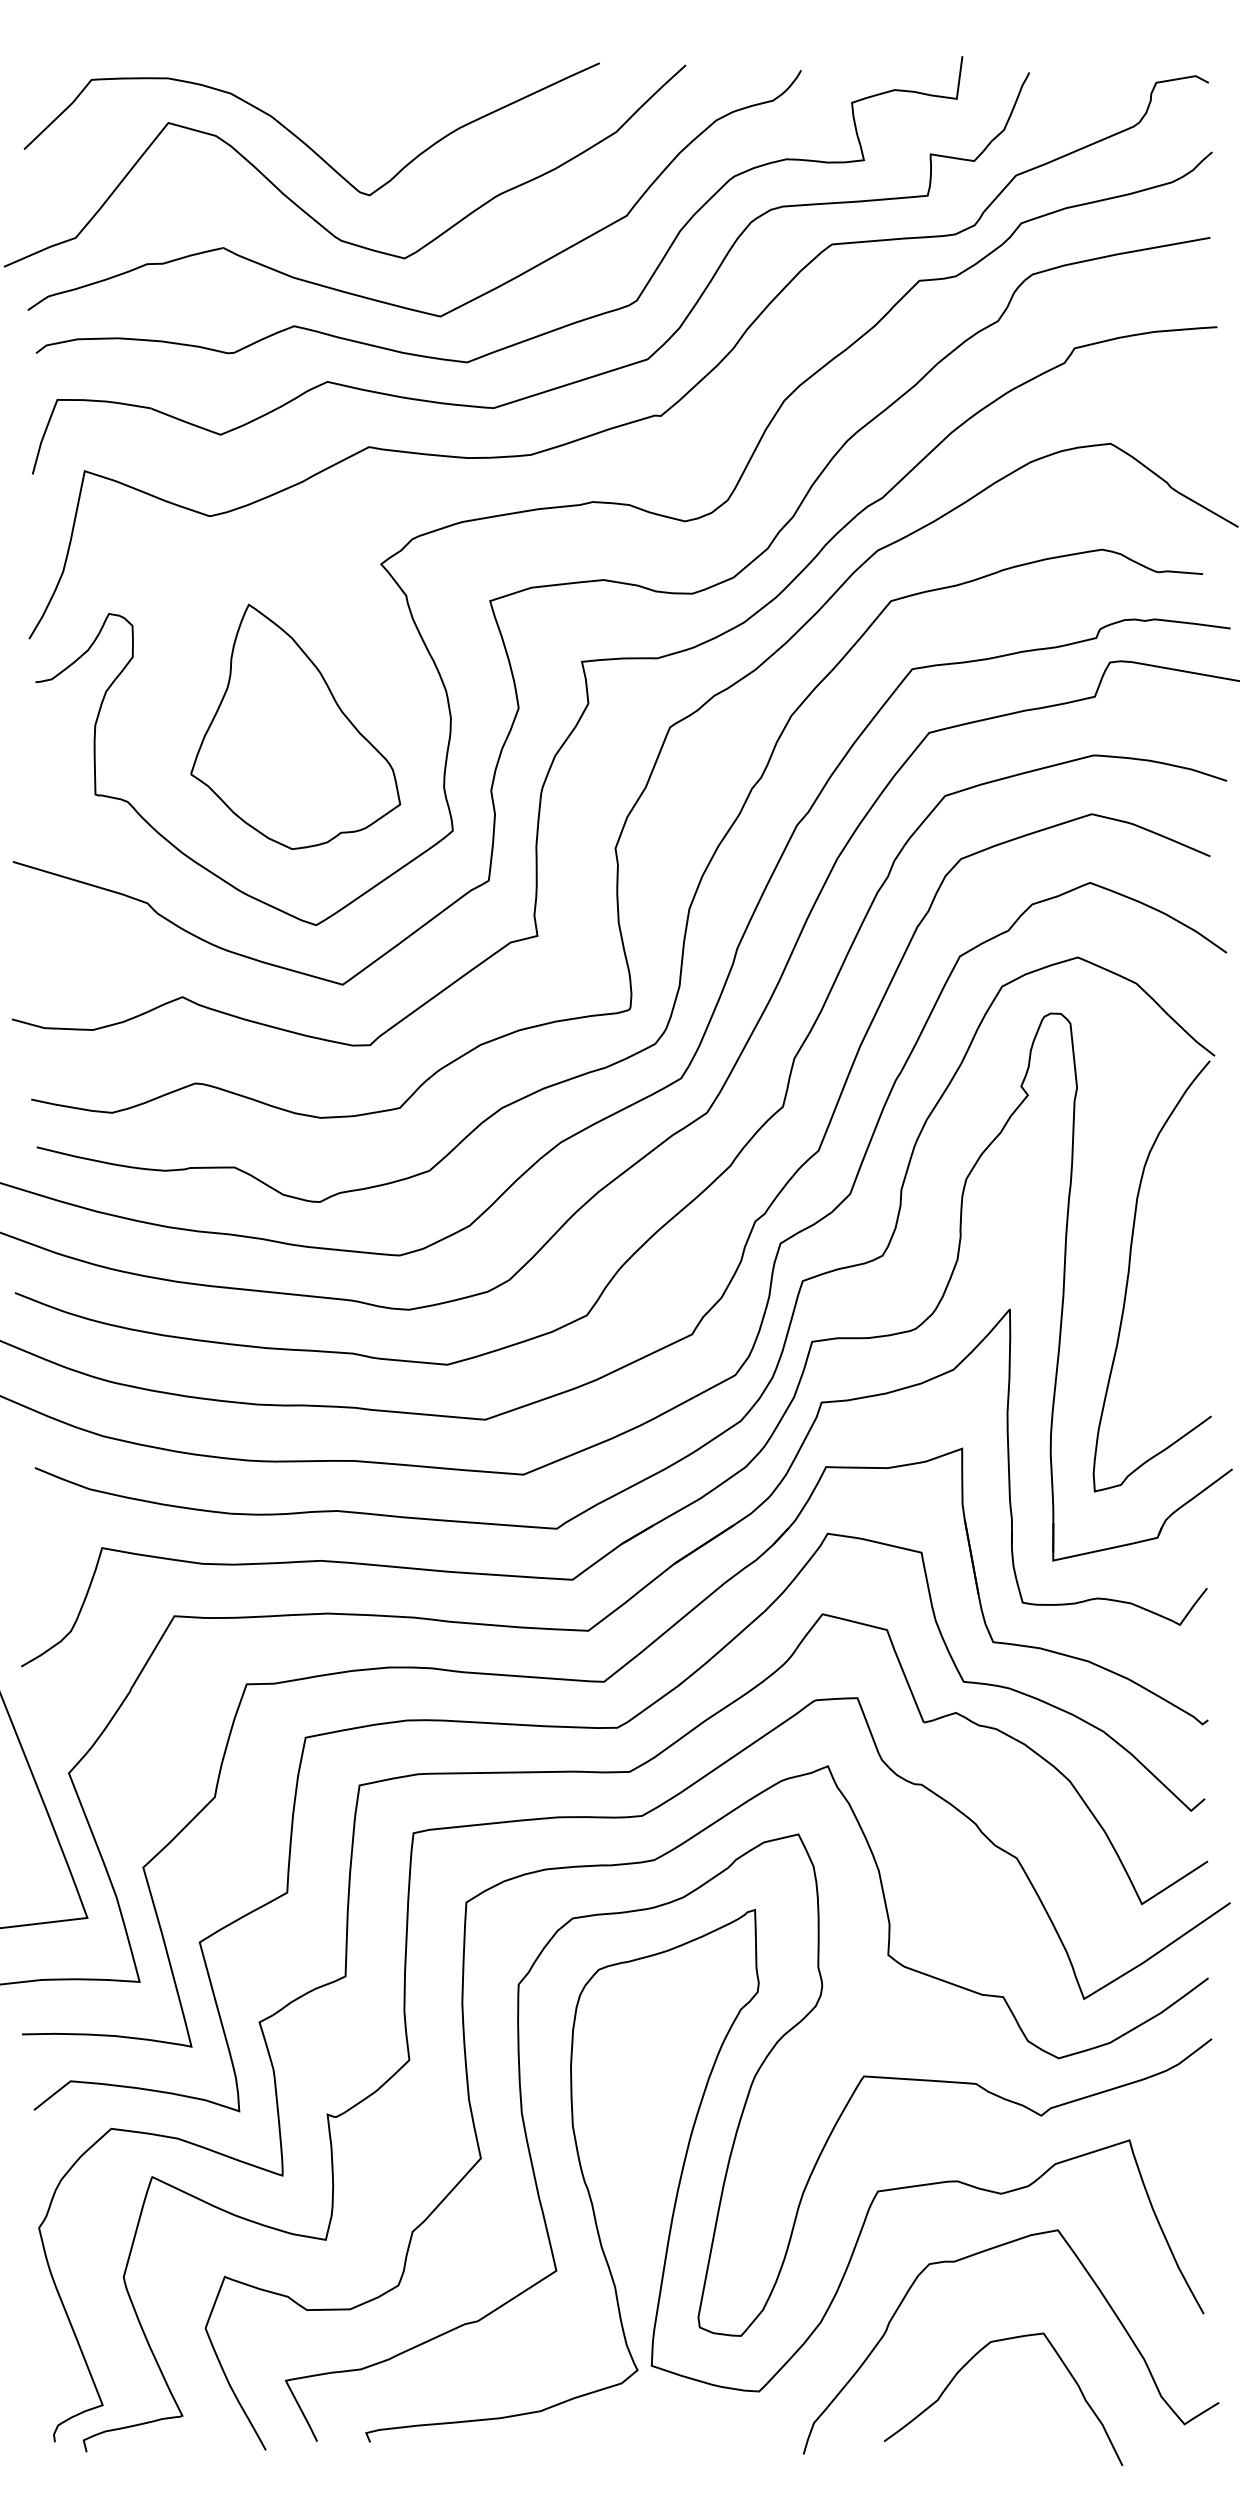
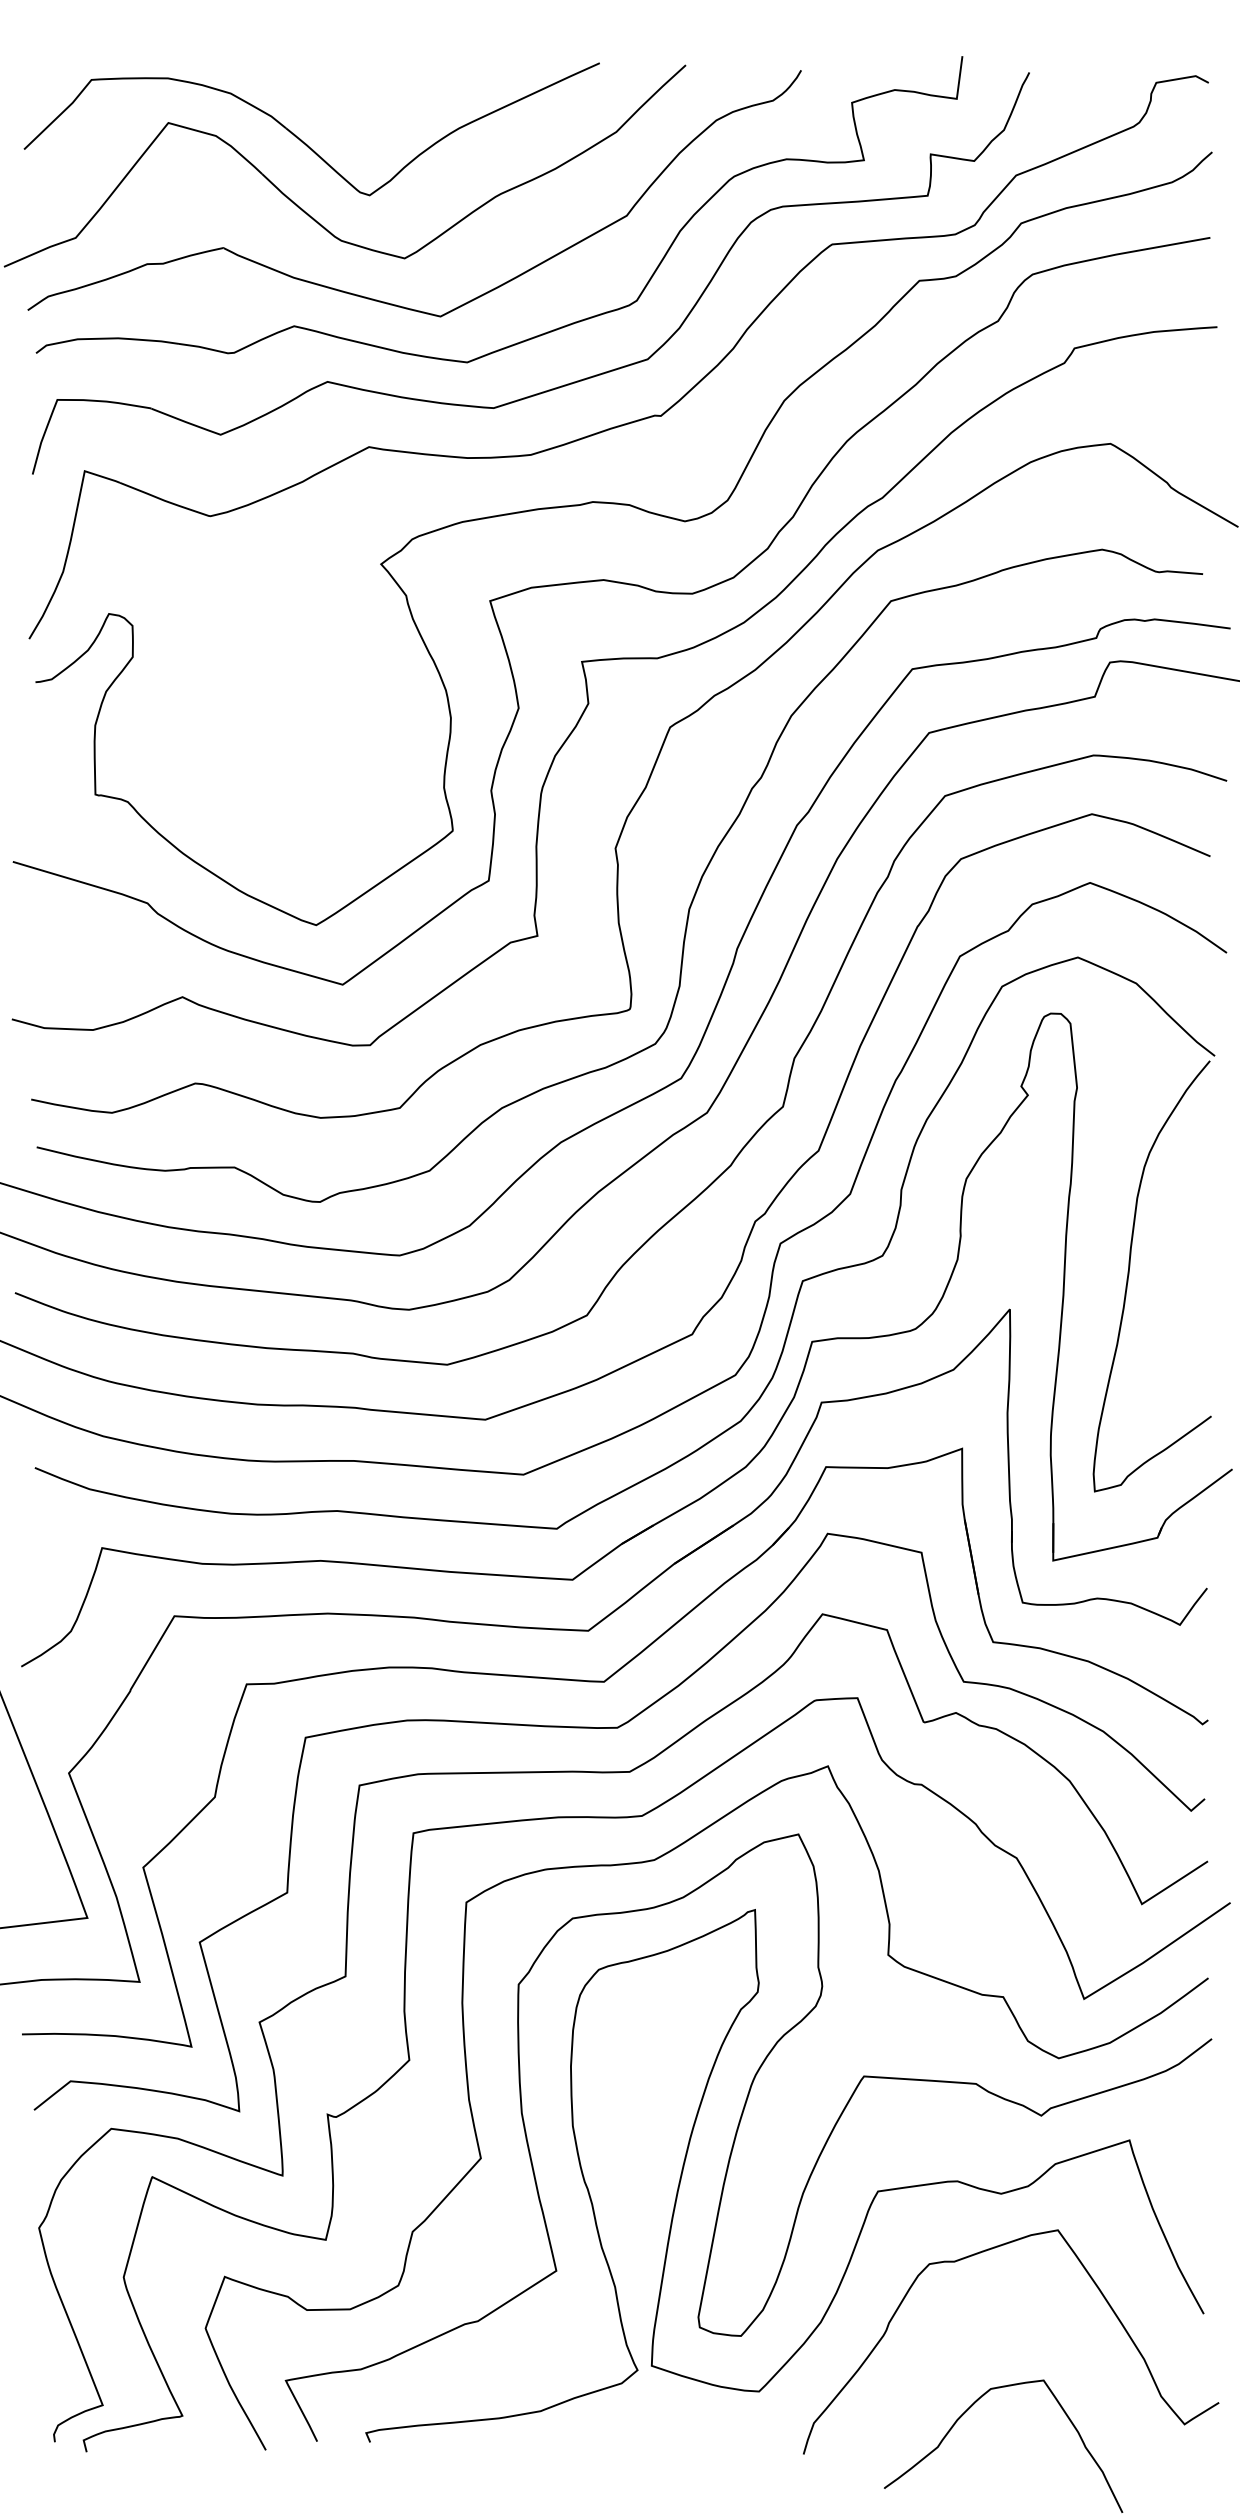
part at (295, 726): present -> none
curve at (968, 2363) position: (968, 2363) -> (968, 2410)
